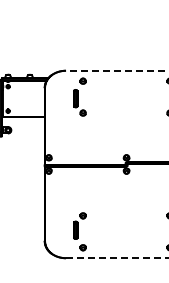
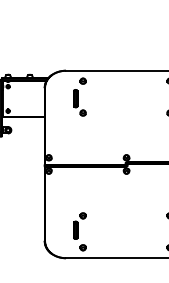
line at (116, 70): dashed -> solid
line at (117, 258): dashed -> solid
